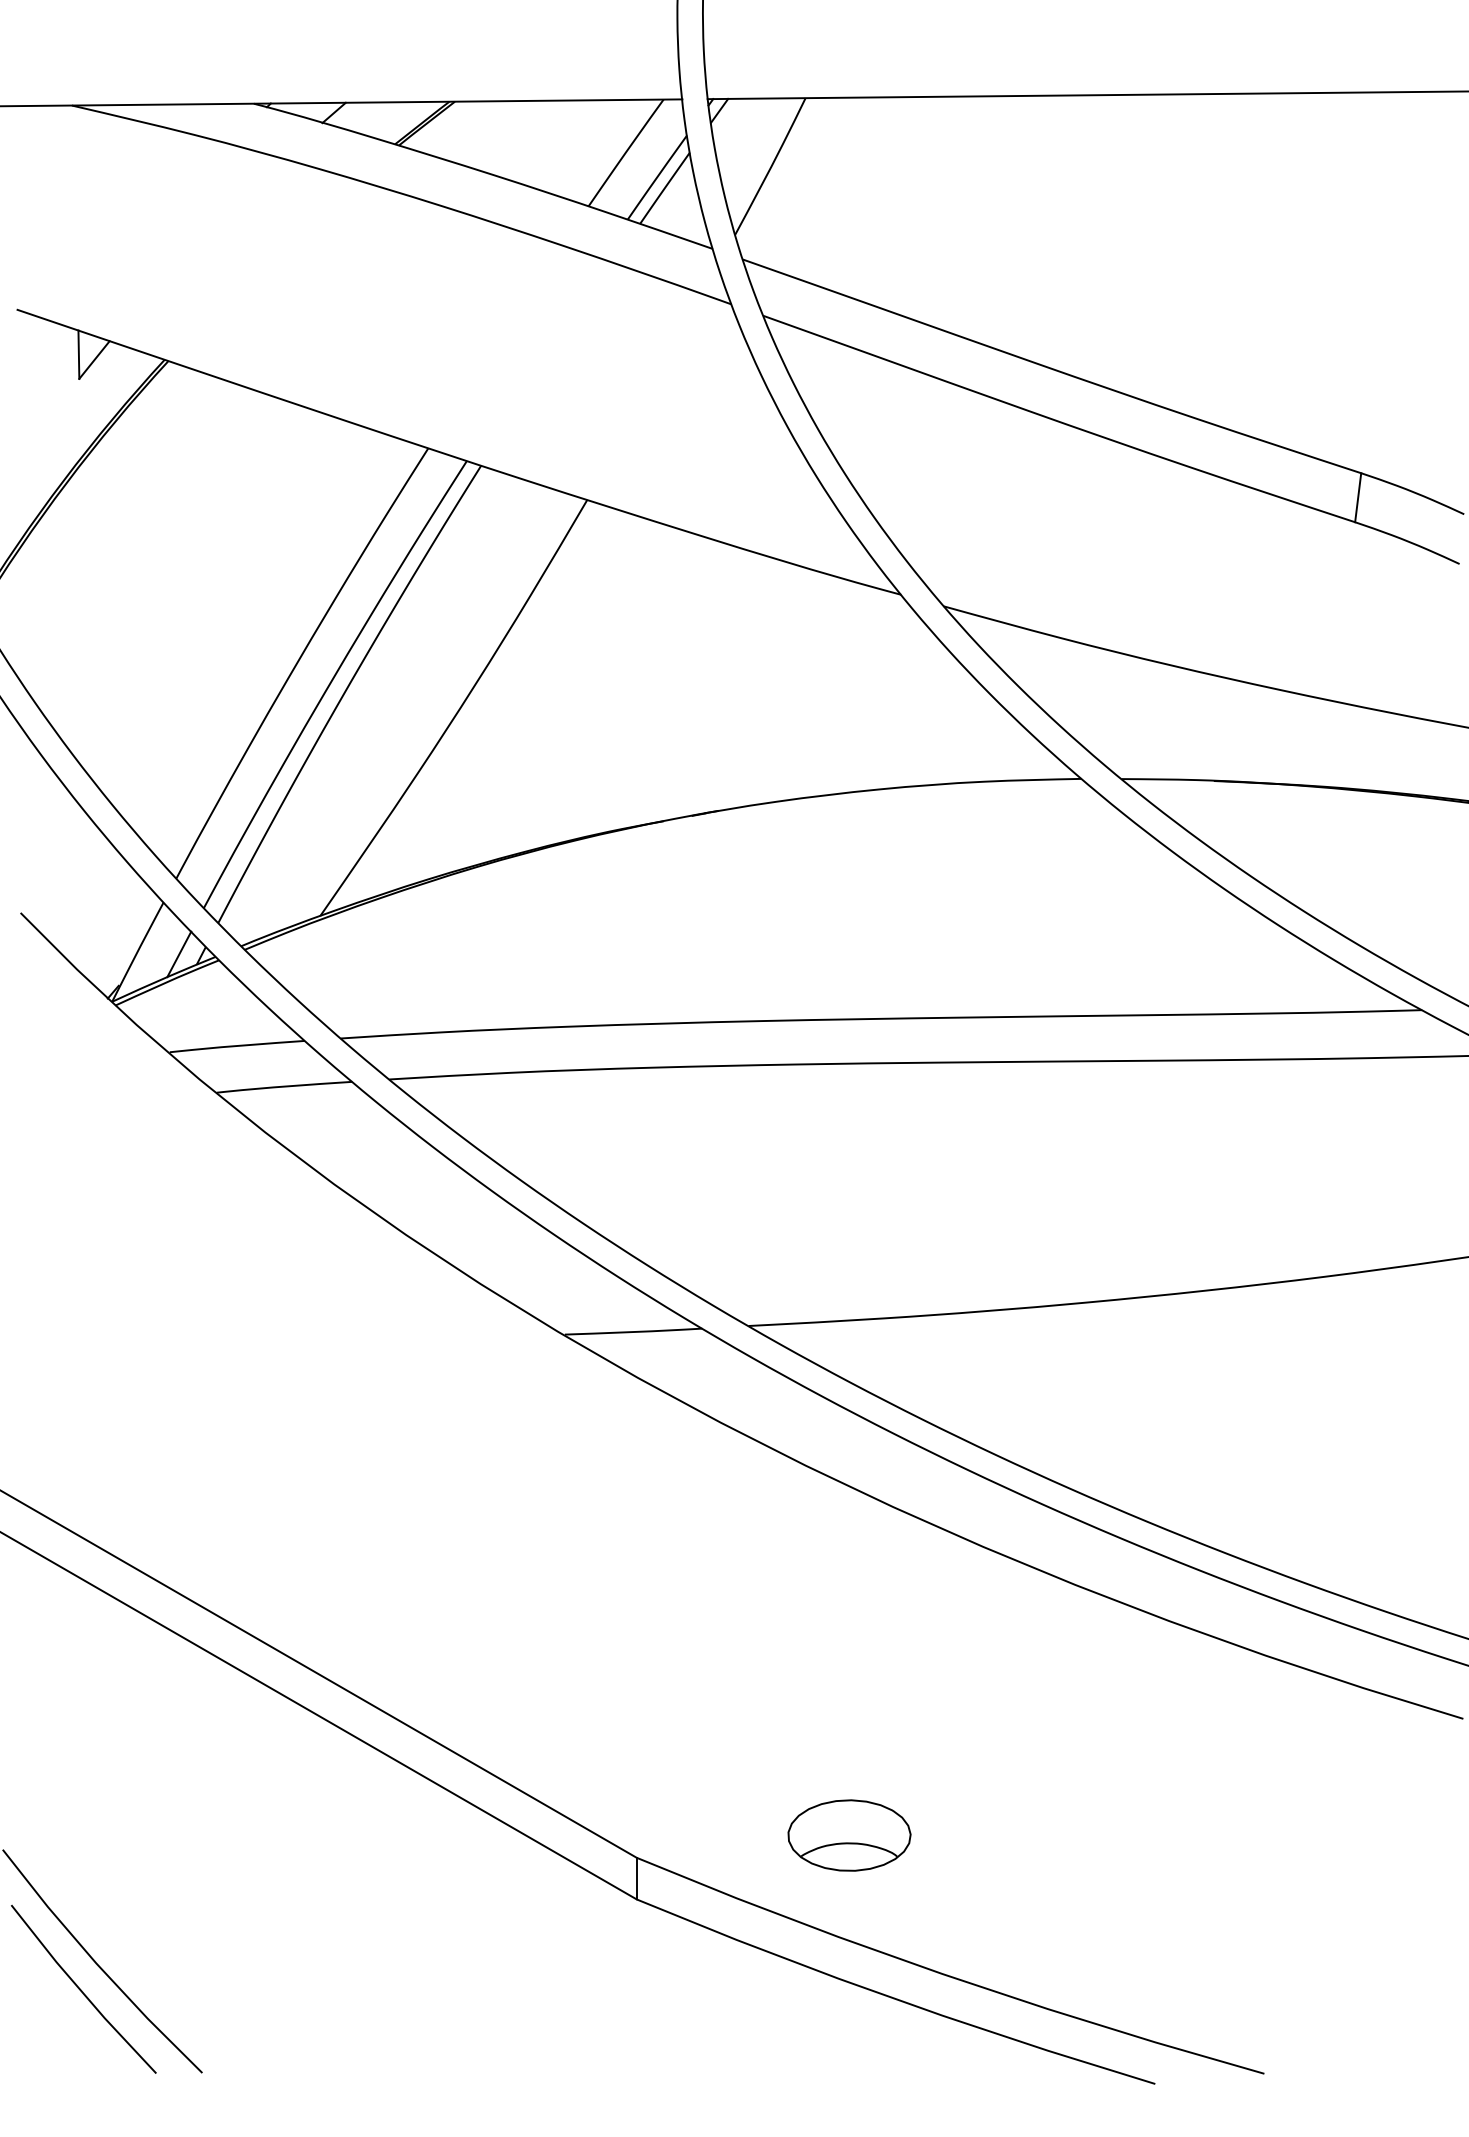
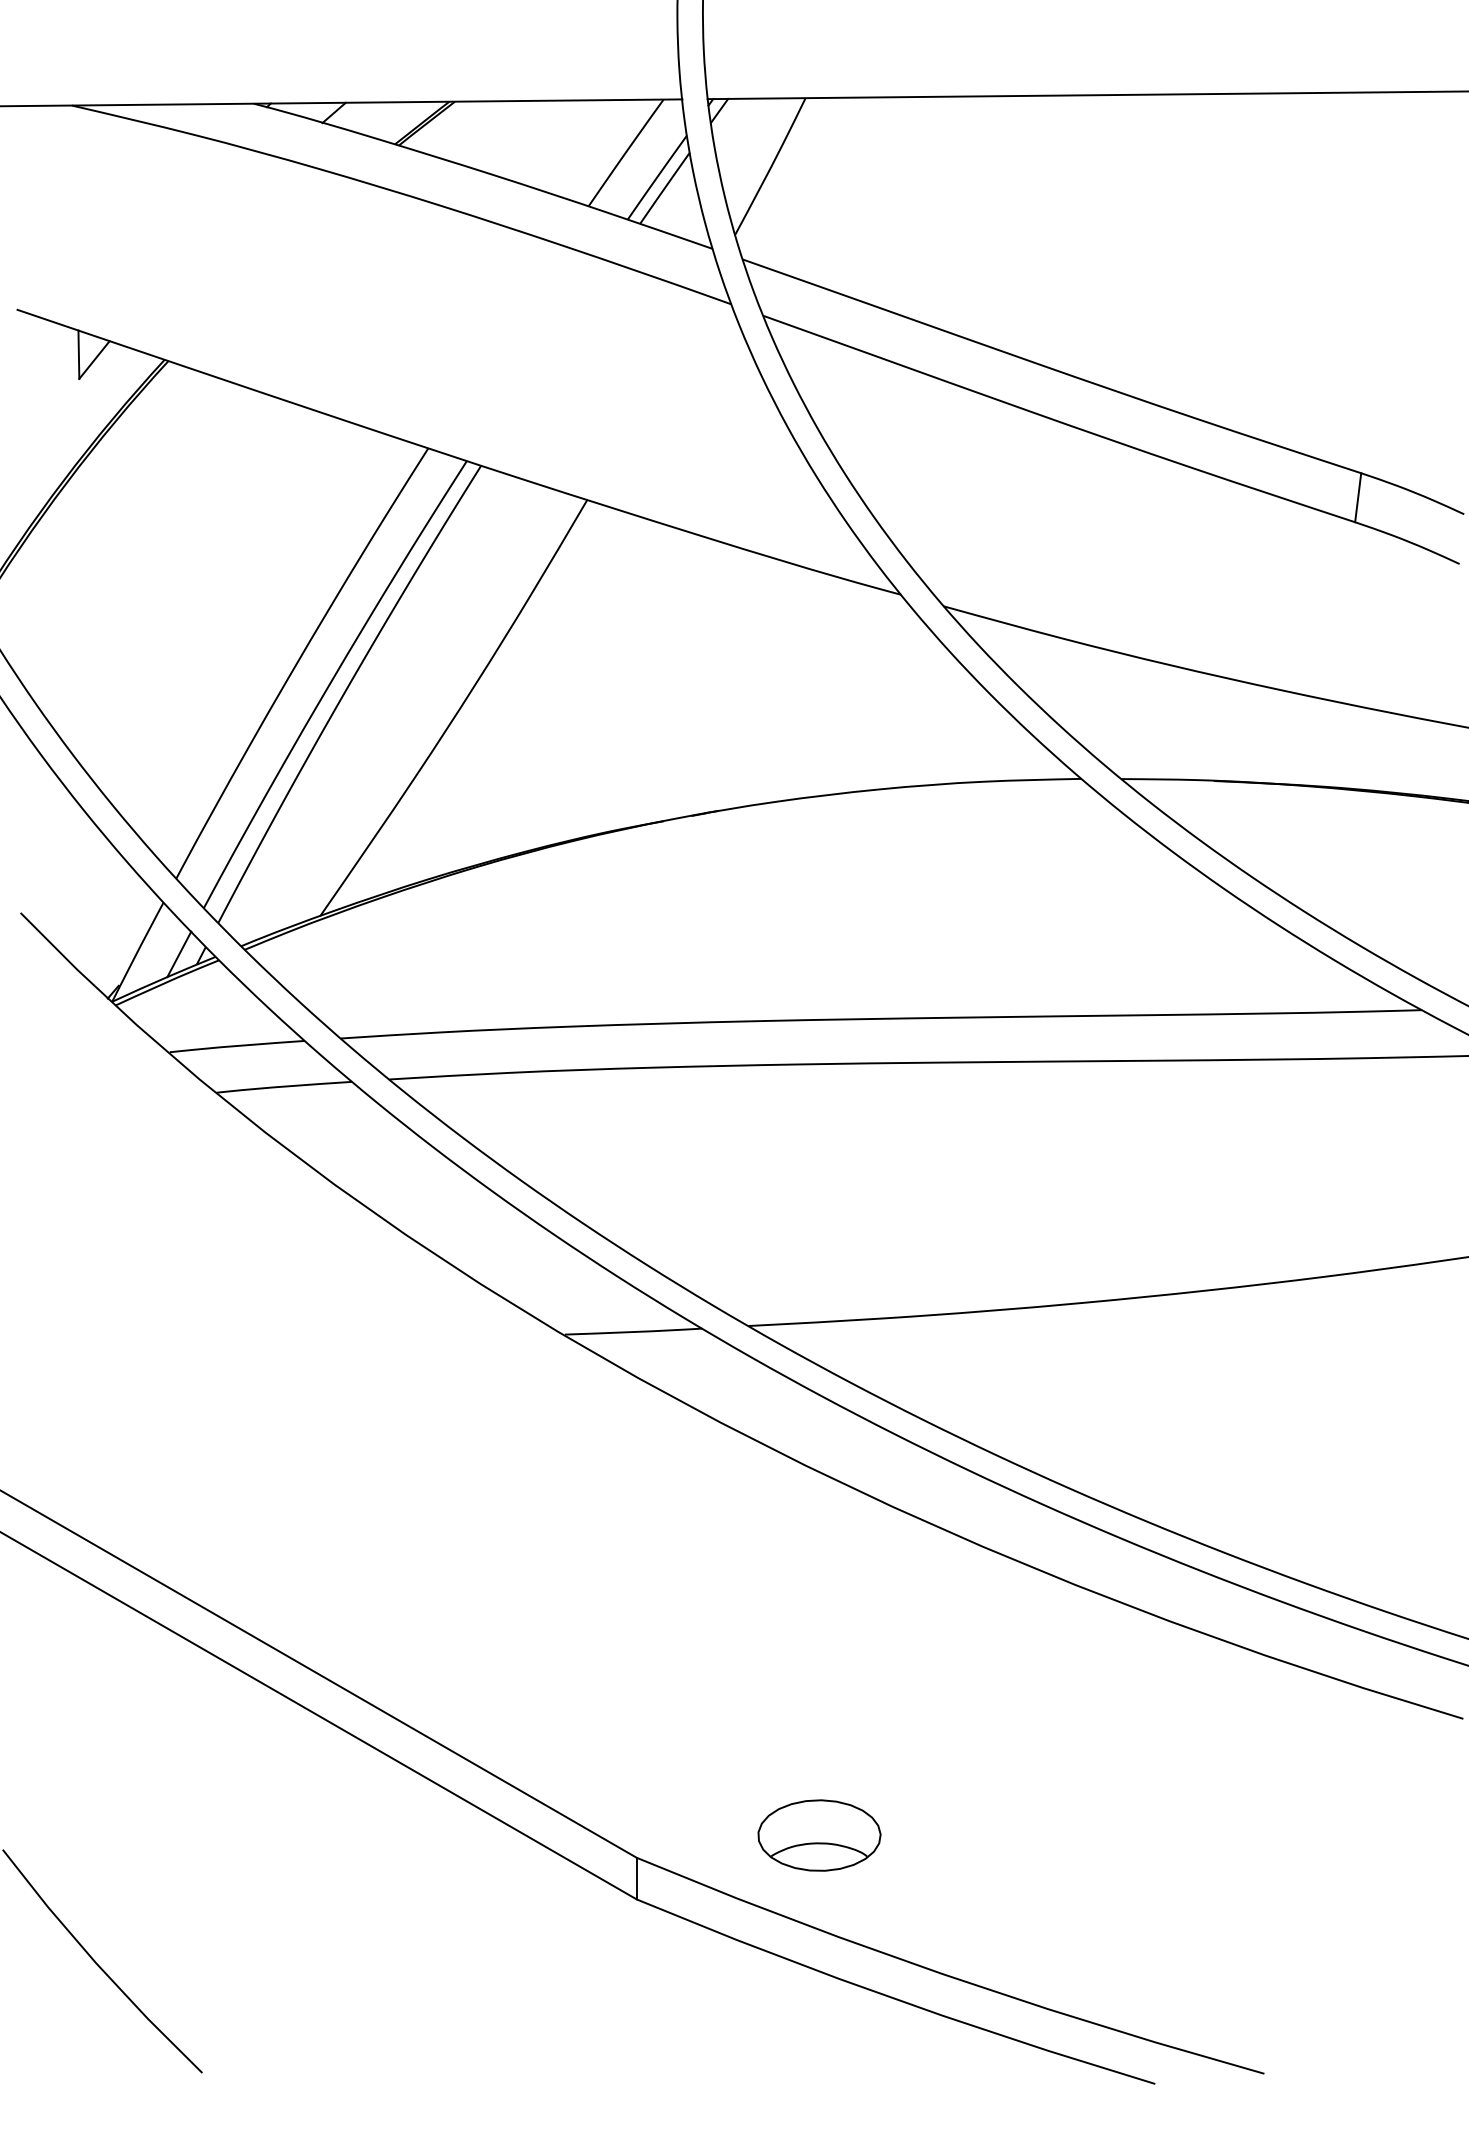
part at (849, 1835) position: (849, 1835) -> (819, 1835)
line at (81, 1989): present -> none
